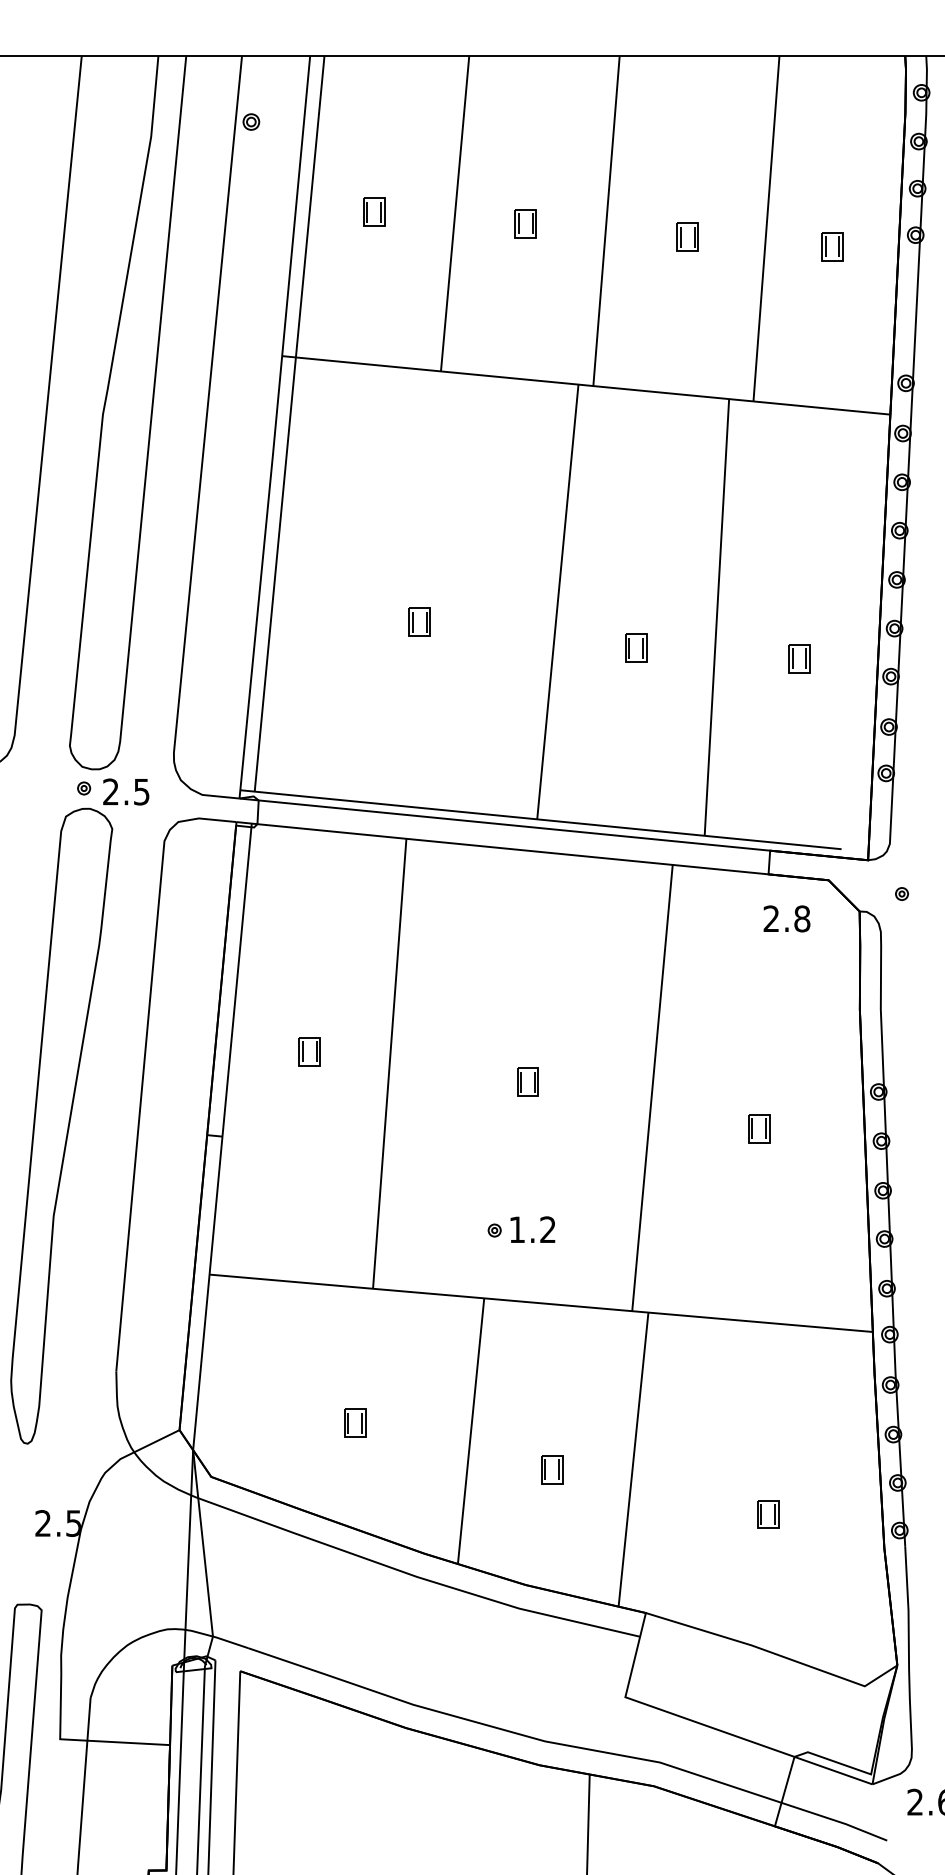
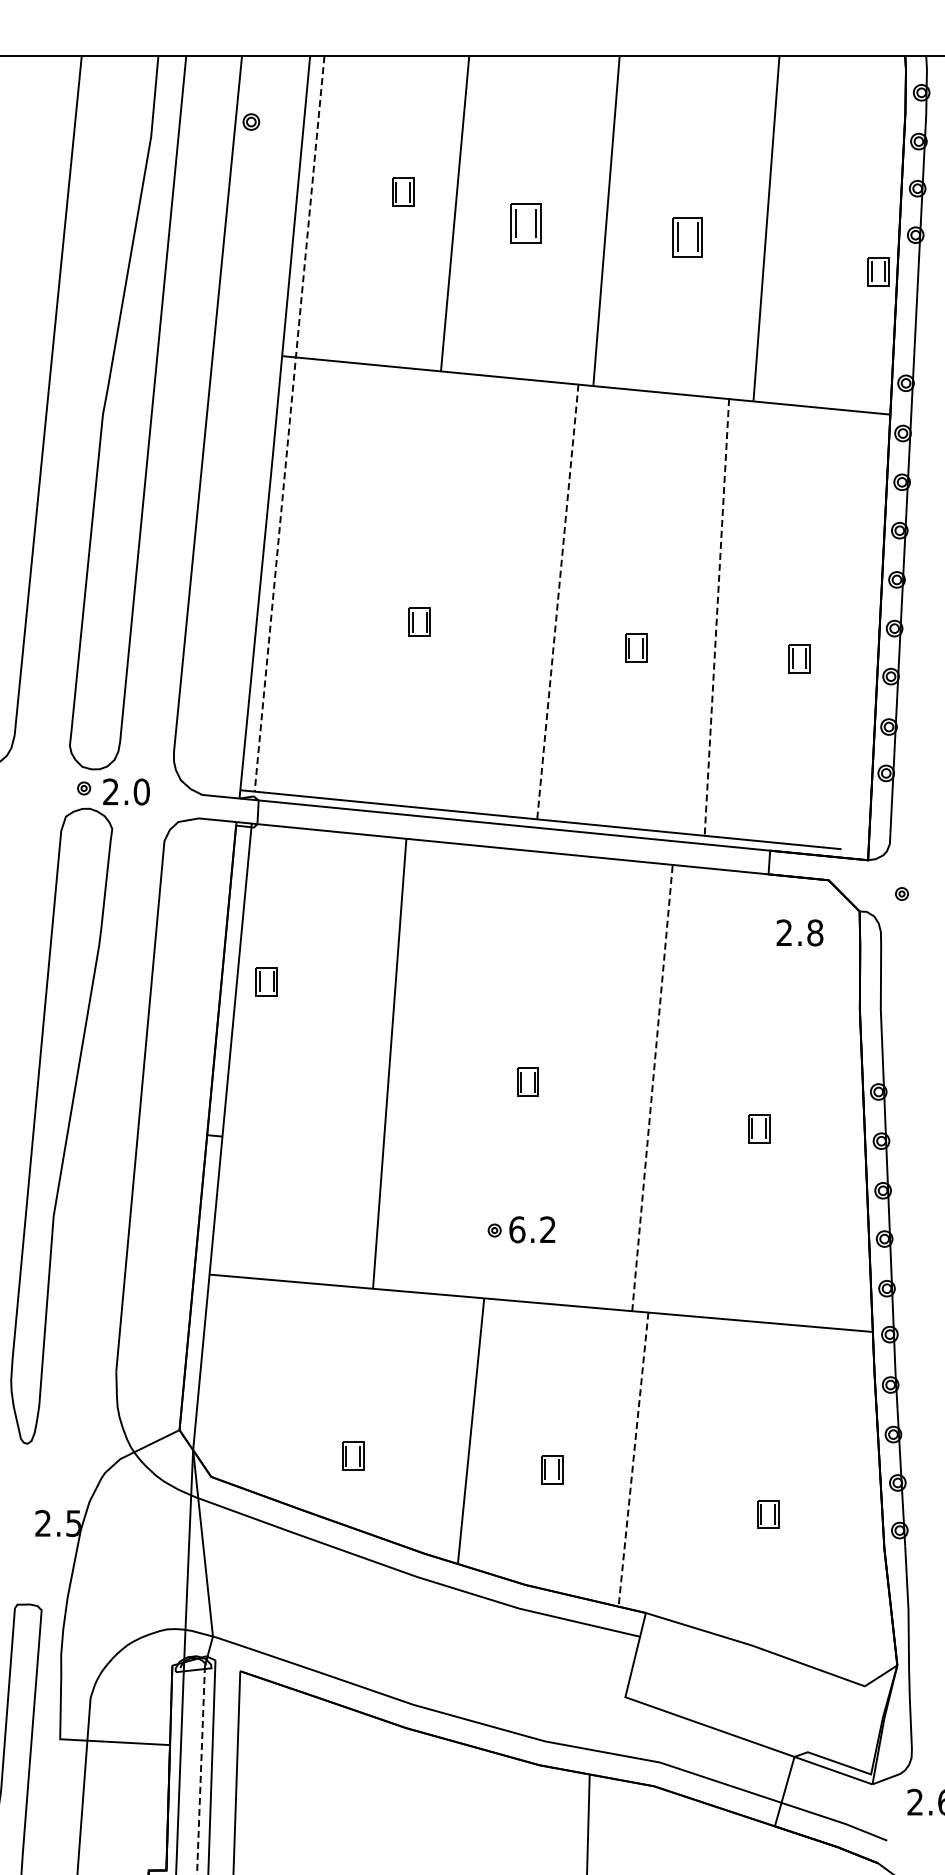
part at (374, 211) position: (374, 211) -> (403, 191)
part at (525, 223) size: 23x30 px -> 32x41 px
part at (687, 236) size: 23x30 px -> 31x41 px
part at (832, 246) position: (832, 246) -> (878, 271)
line at (289, 424): solid -> dashed
line at (557, 602): solid -> dashed
line at (716, 617): solid -> dashed
text at (141, 791): 2.5 -> 2.0
text at (786, 918) position: (786, 918) -> (799, 932)
part at (309, 1051) position: (309, 1051) -> (266, 981)
line at (652, 1087): solid -> dashed
text at (517, 1229): 1.2 -> 6.2
part at (355, 1422) position: (355, 1422) -> (353, 1455)
line at (633, 1459): solid -> dashed
line at (201, 1770): solid -> dashed
